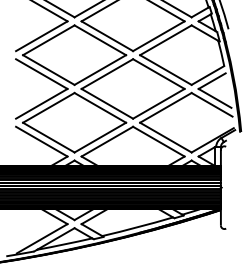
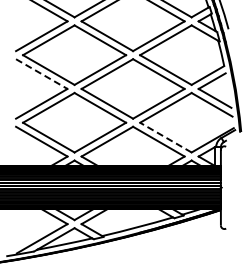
line at (41, 74): solid -> dashed
line at (165, 137): solid -> dashed
